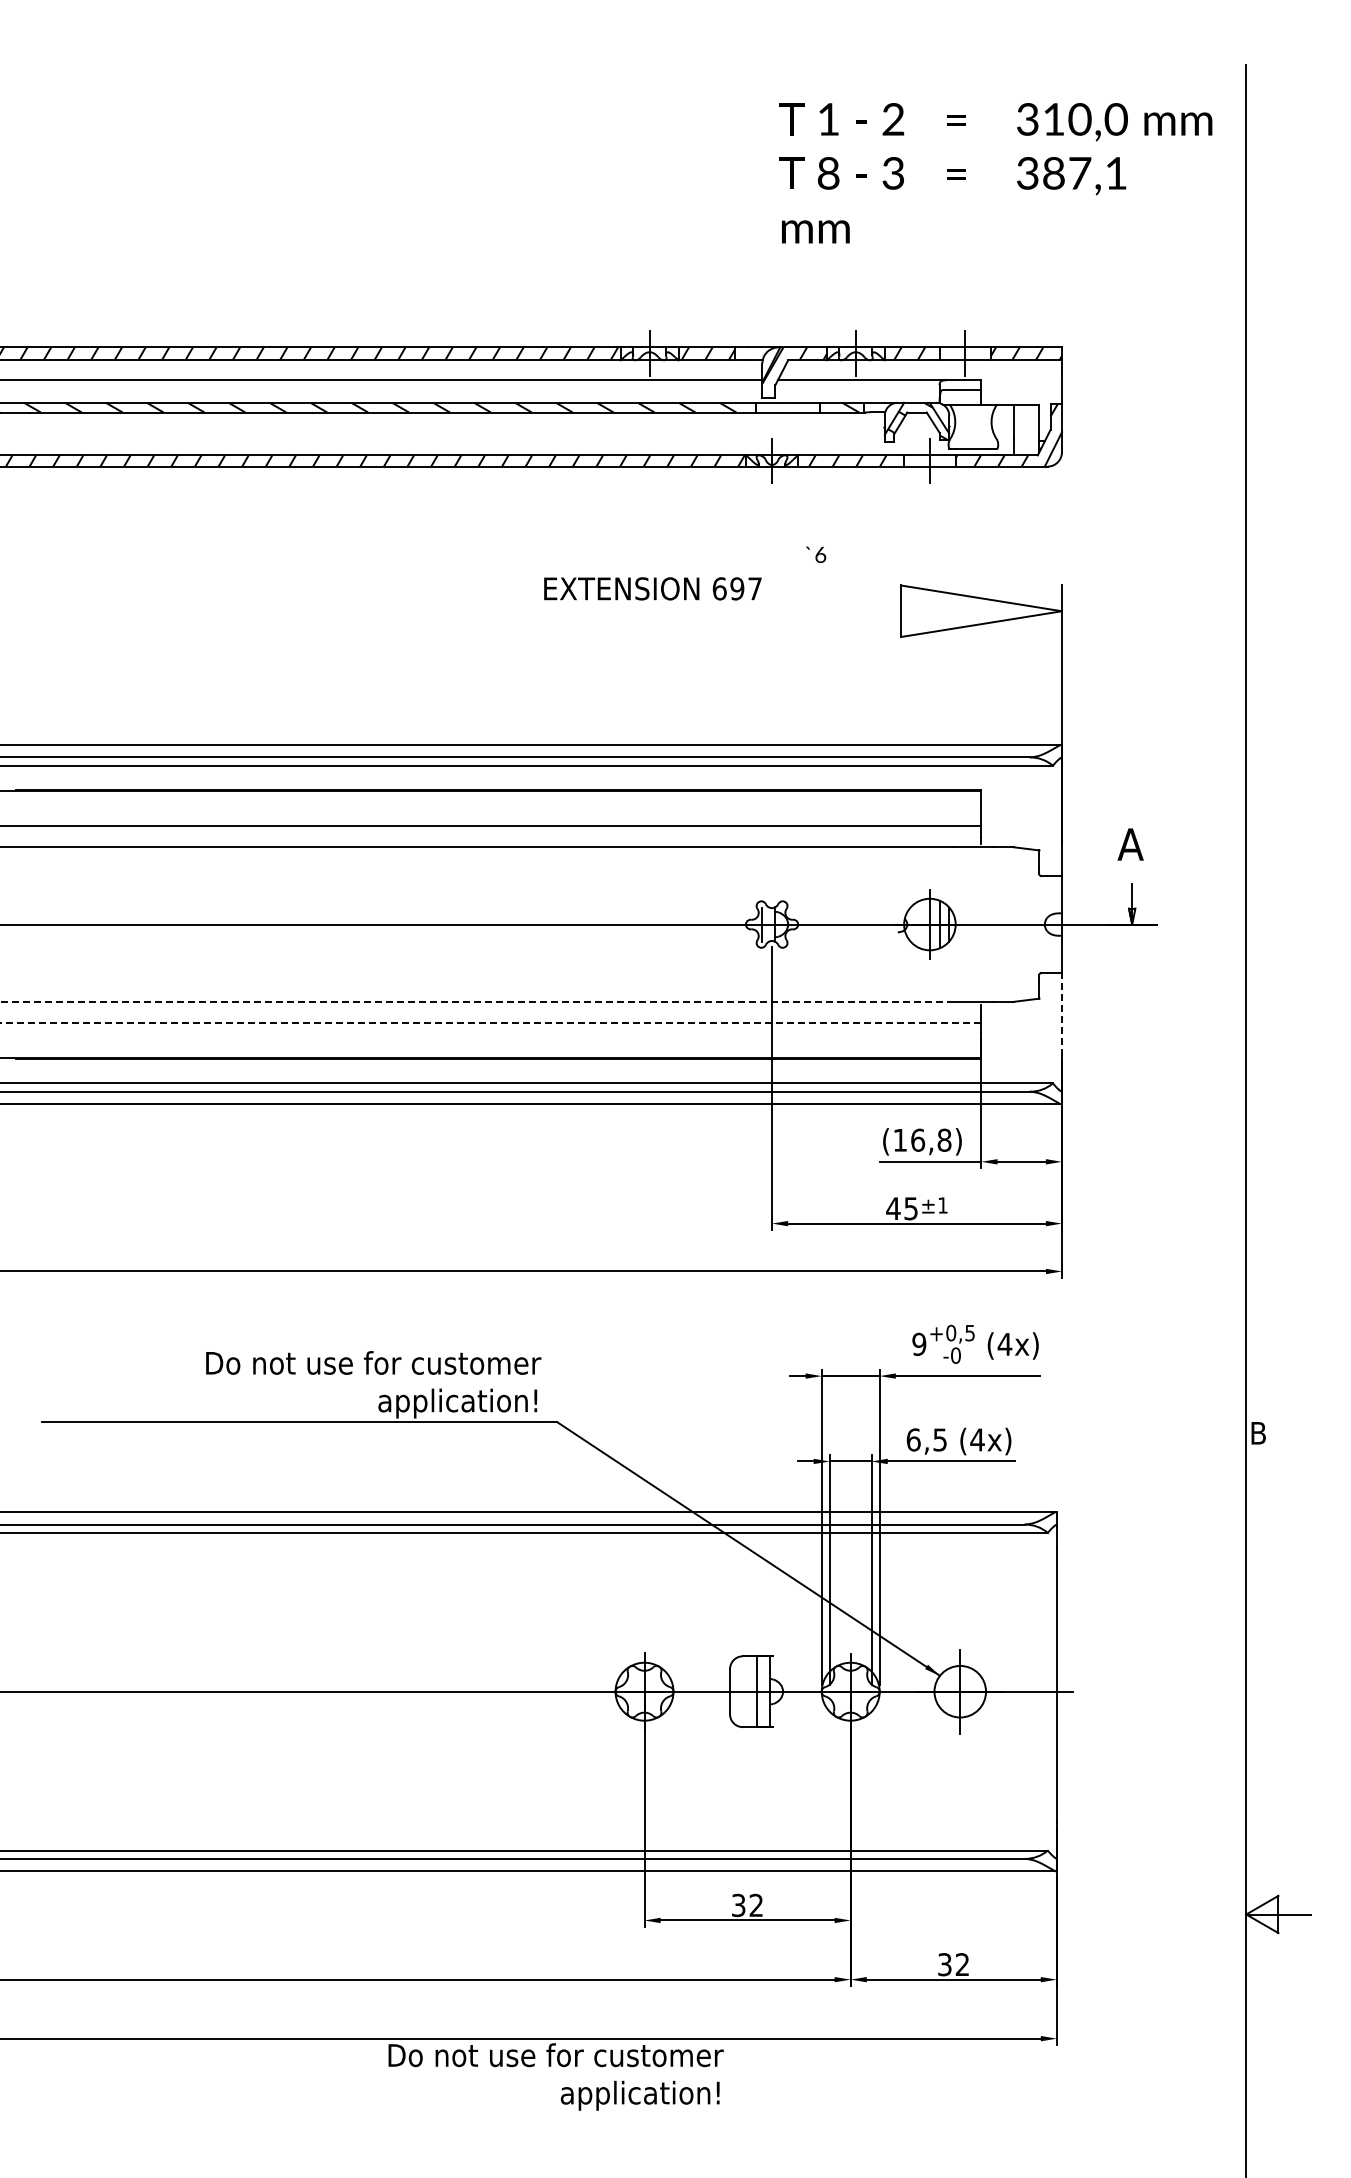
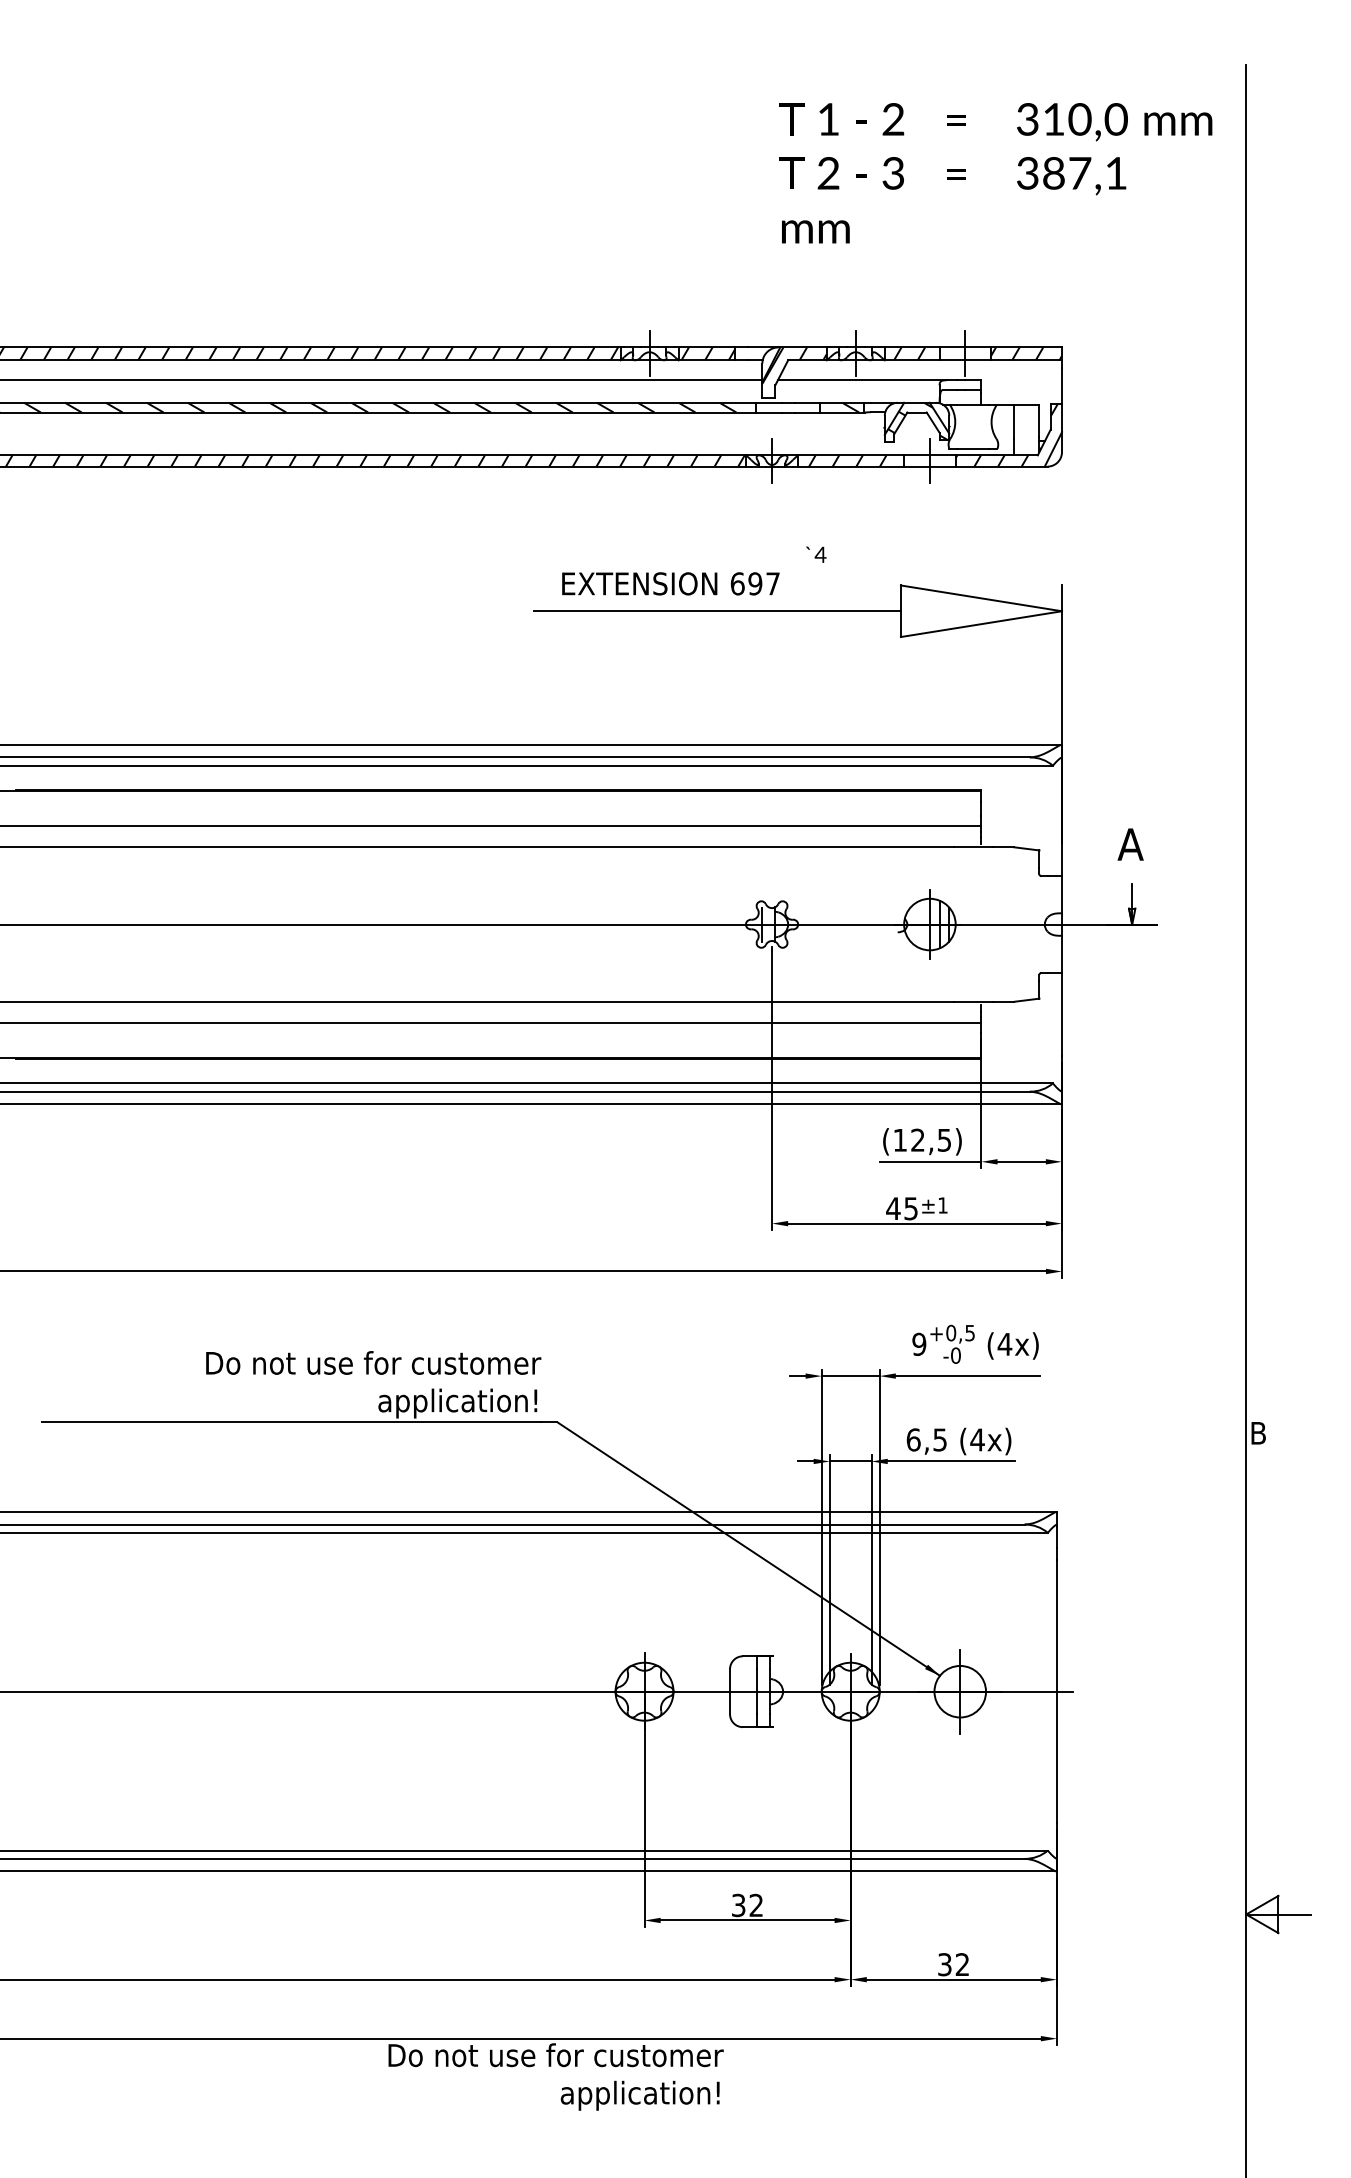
text at (828, 173): 8 -> 2
text at (820, 554): 6 -> 4
text at (652, 588) position: (652, 588) -> (670, 583)
line at (716, 611): none -> present
line at (476, 1001): dashed -> solid
line at (1062, 1014): dashed -> solid
line at (490, 1023): dashed -> solid
text at (931, 1139): (16,8) -> (12,5)
